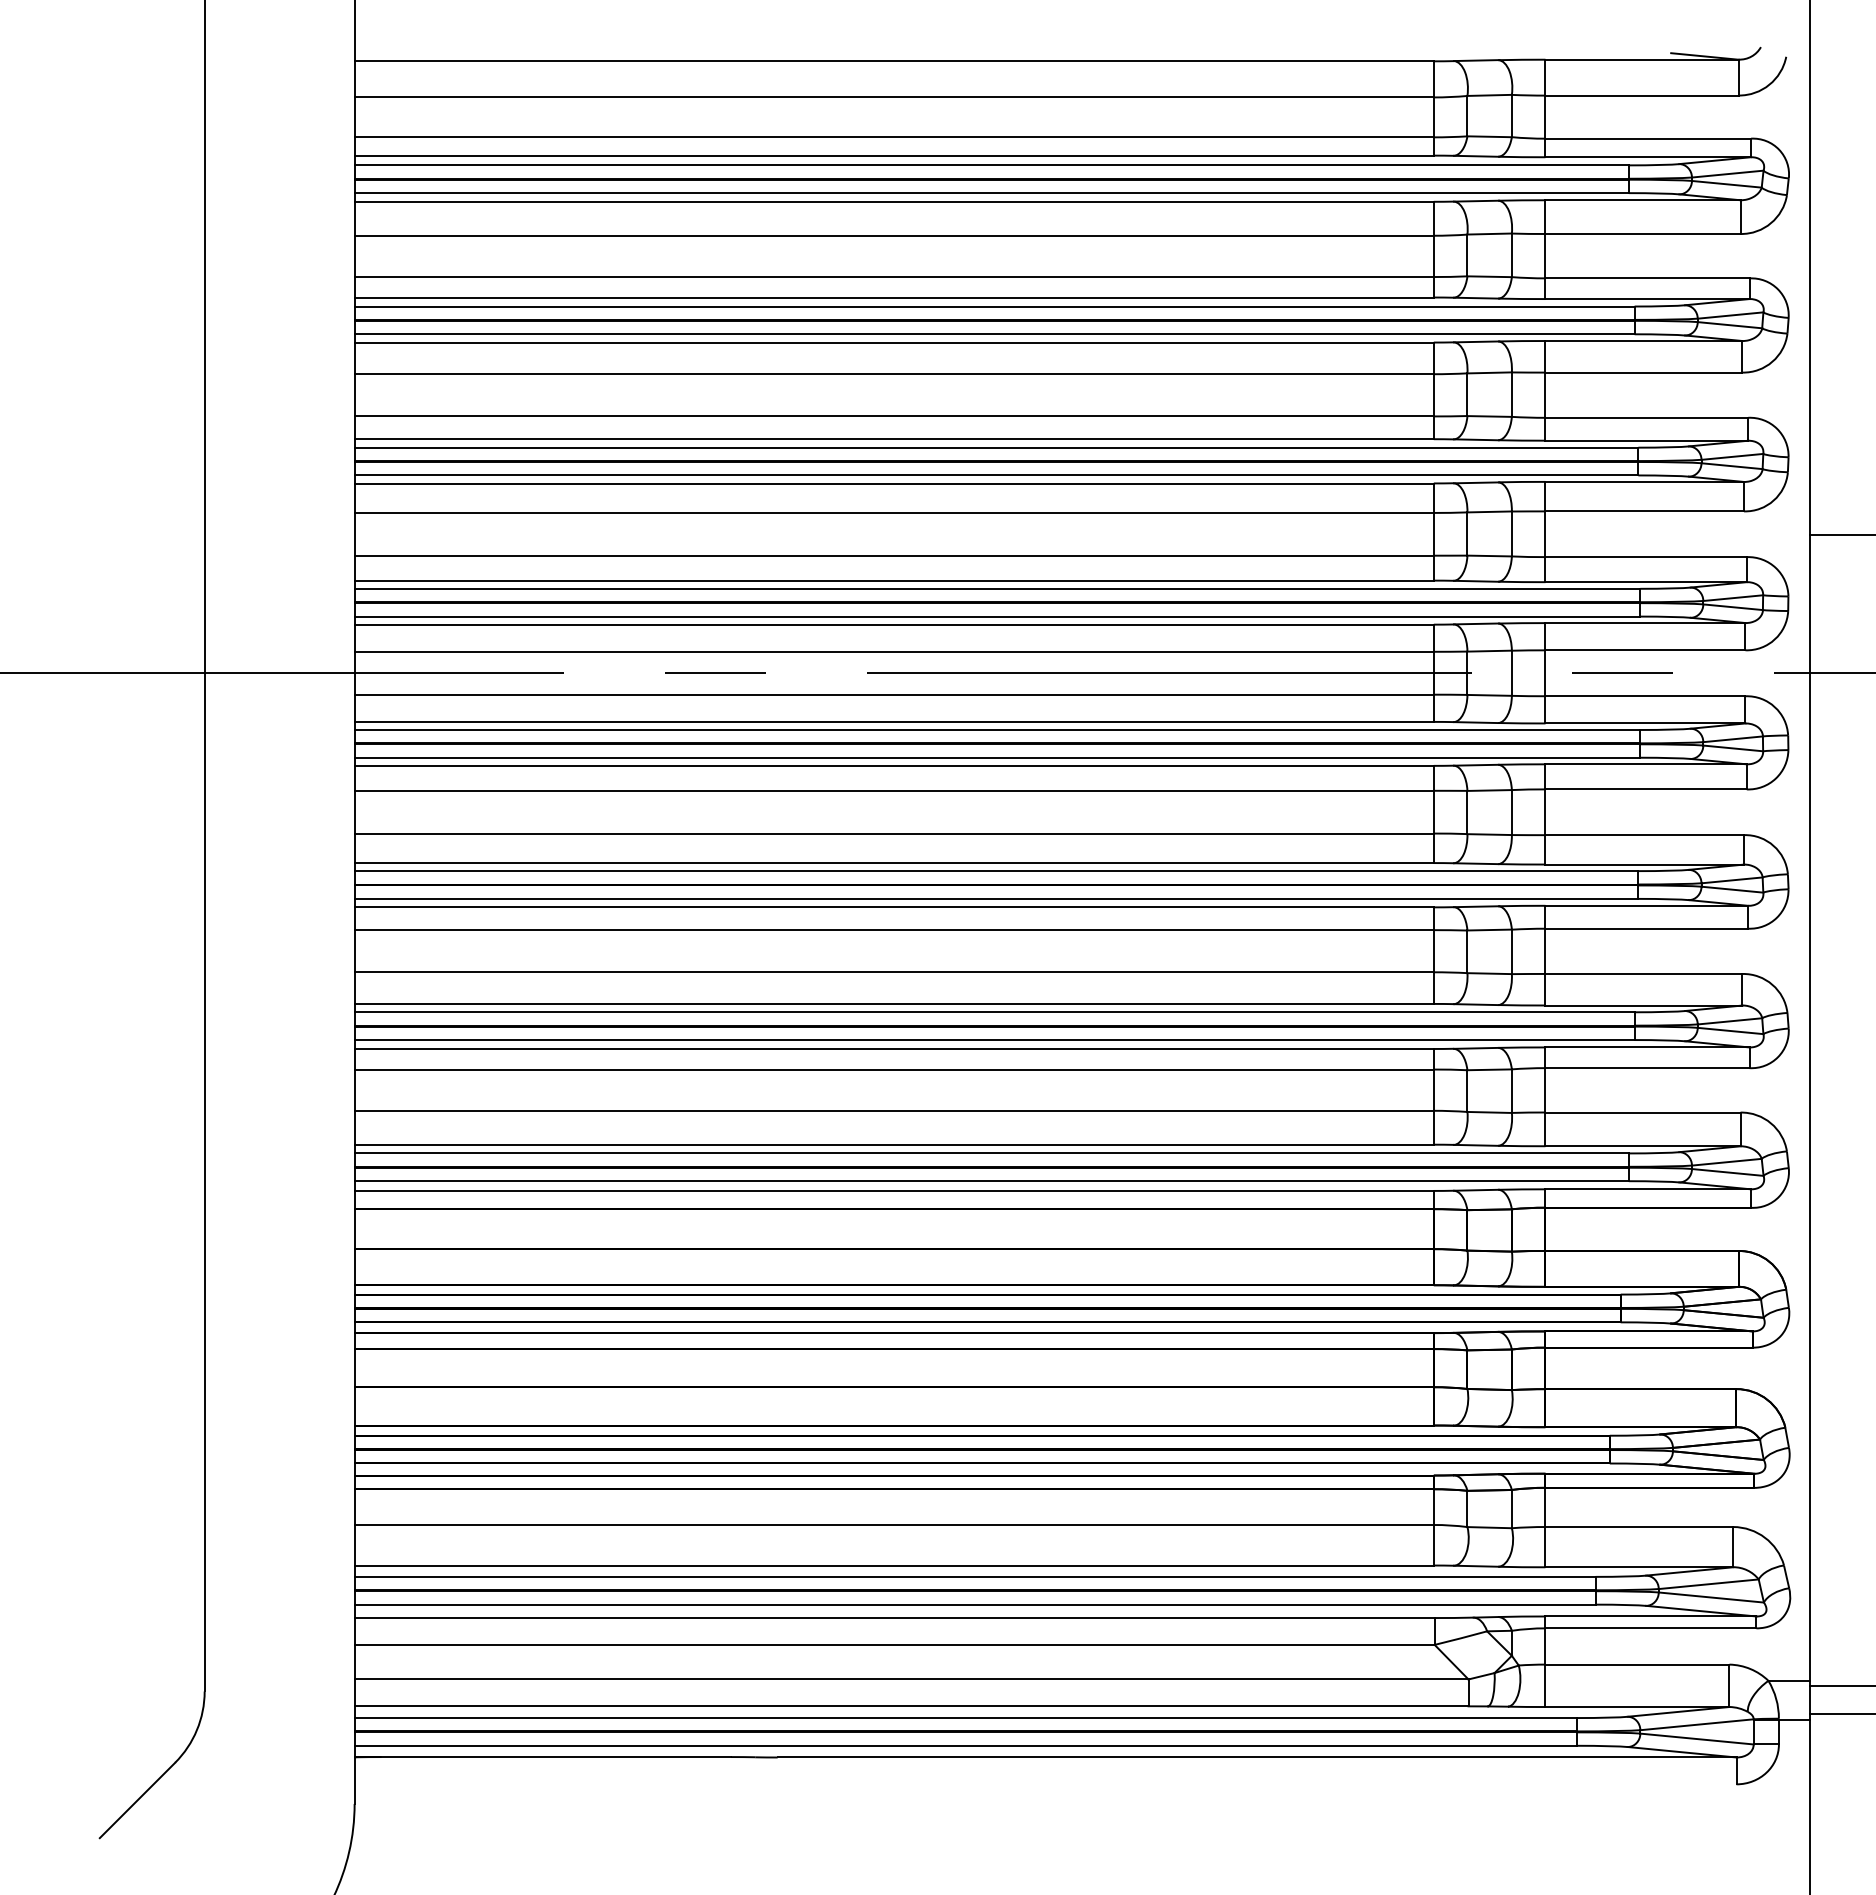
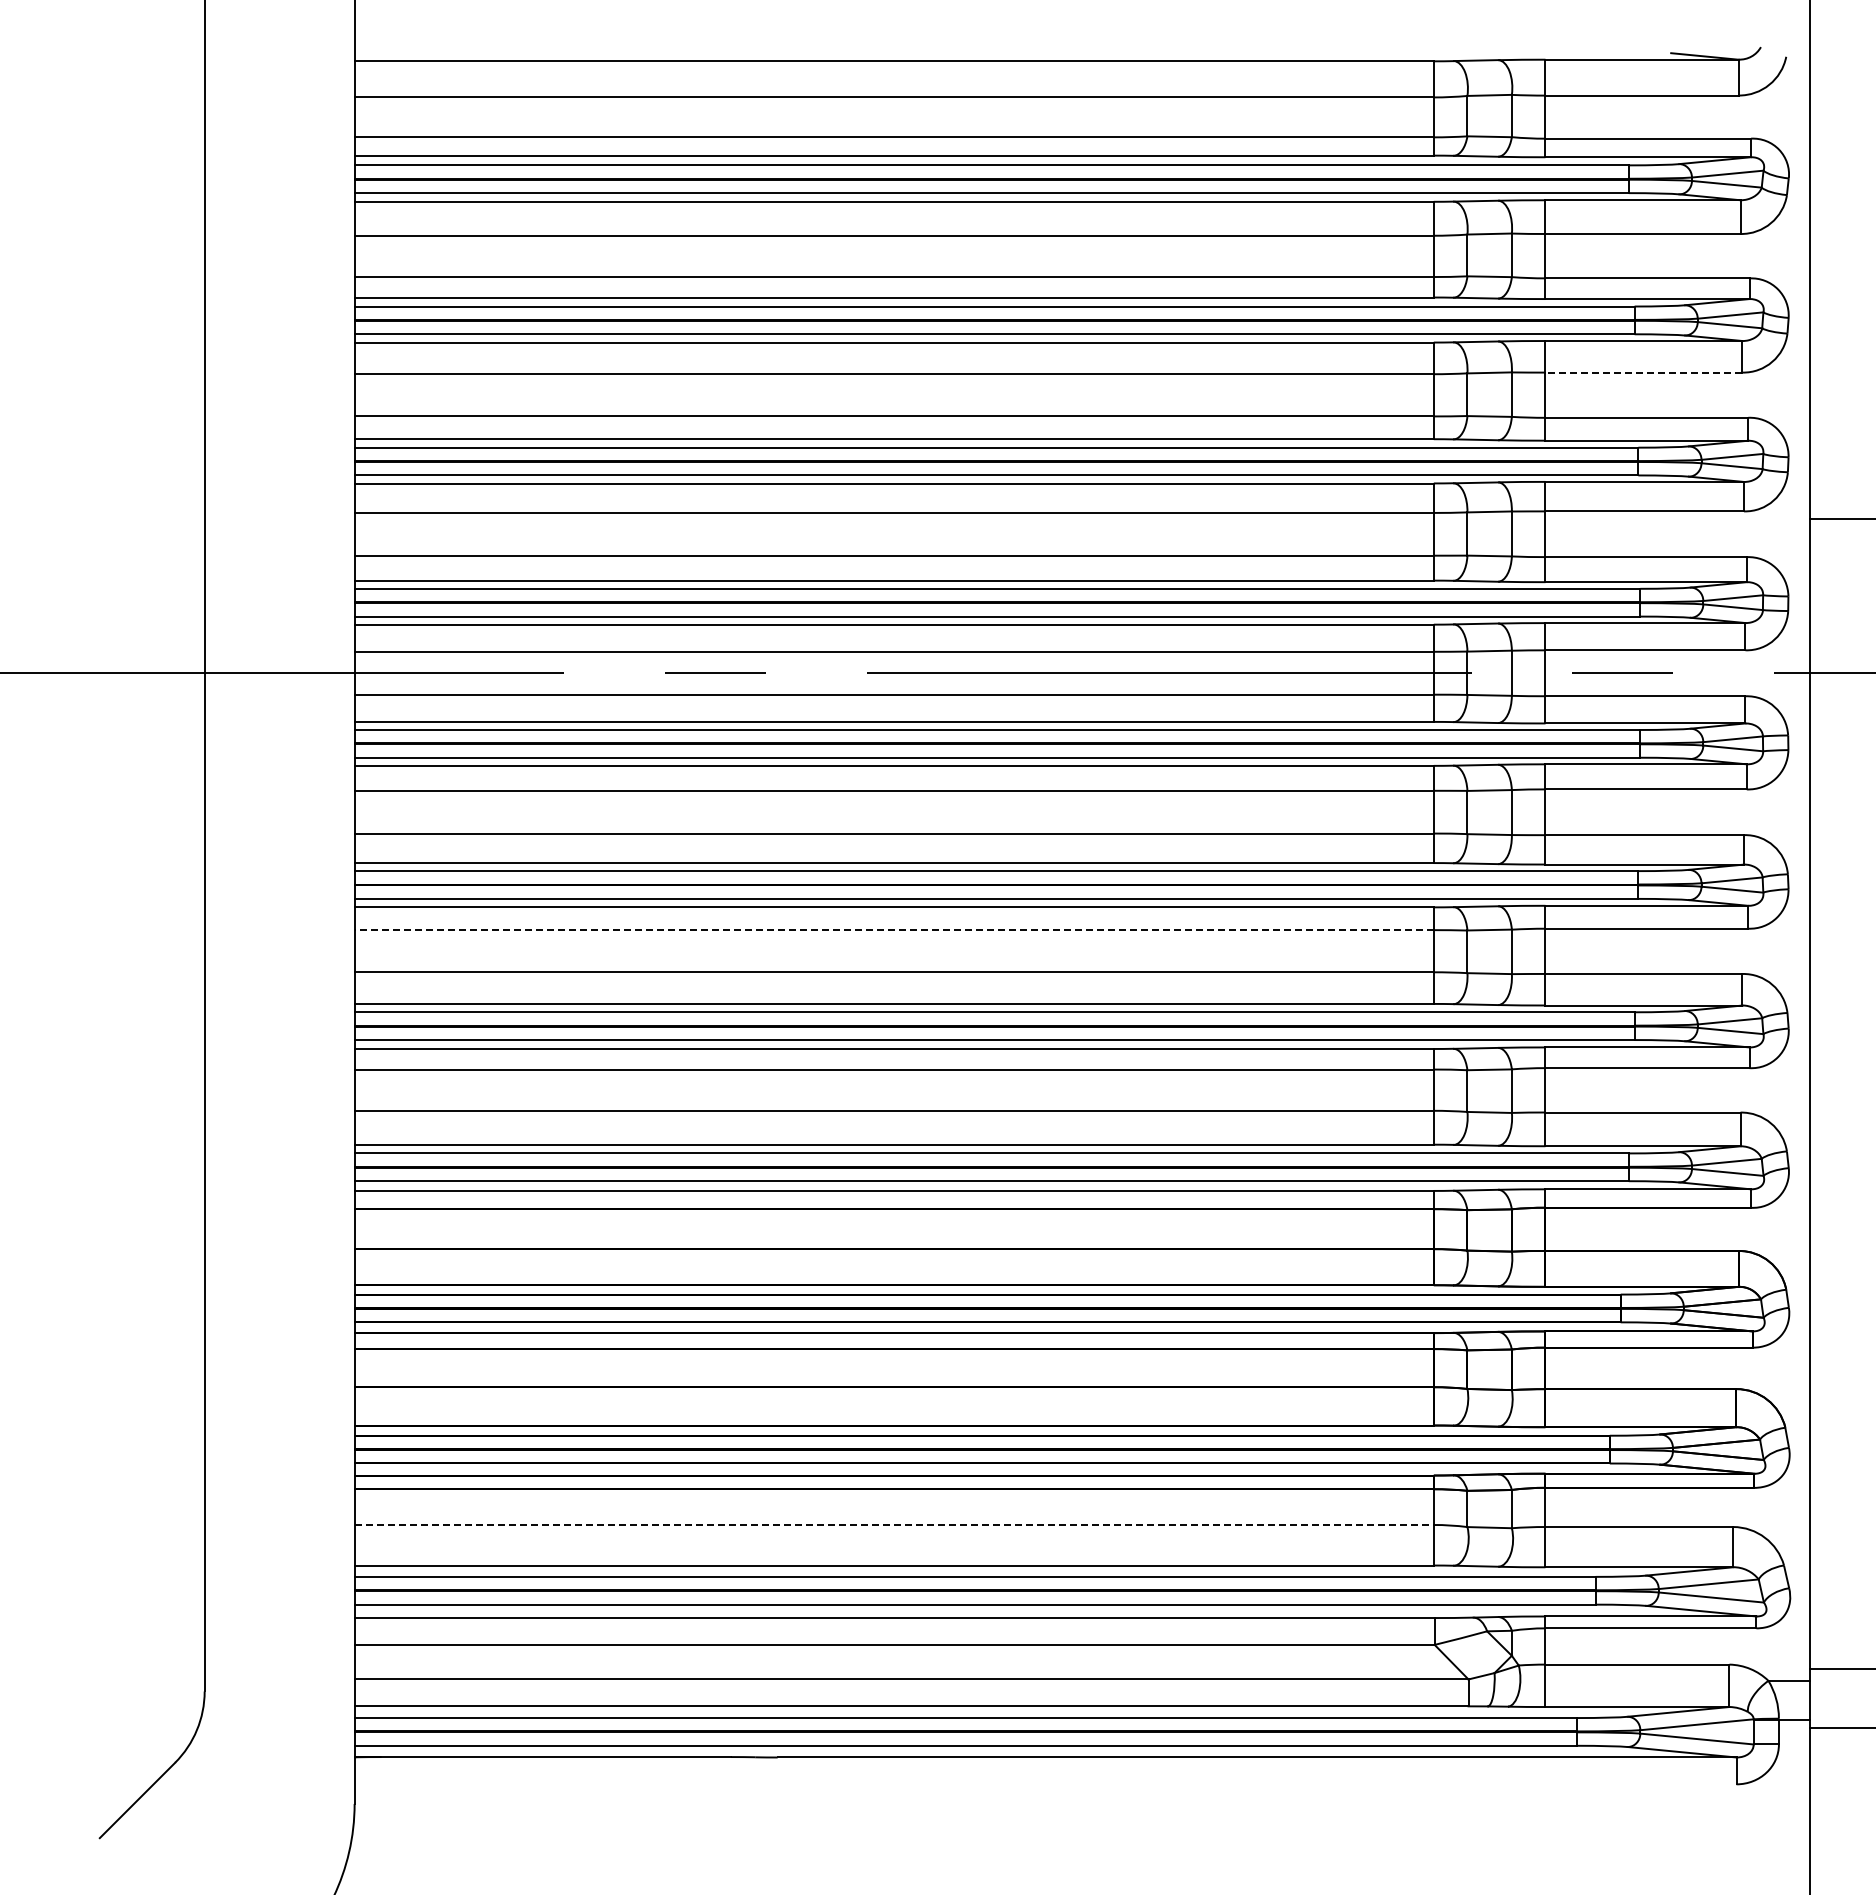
line at (1643, 372): solid -> dashed
line at (1840, 535) position: (1840, 535) -> (1840, 519)
line at (894, 930): solid -> dashed
line at (894, 1525): solid -> dashed
line at (1840, 1685) position: (1840, 1685) -> (1840, 1668)
line at (1840, 1713) position: (1840, 1713) -> (1840, 1727)
